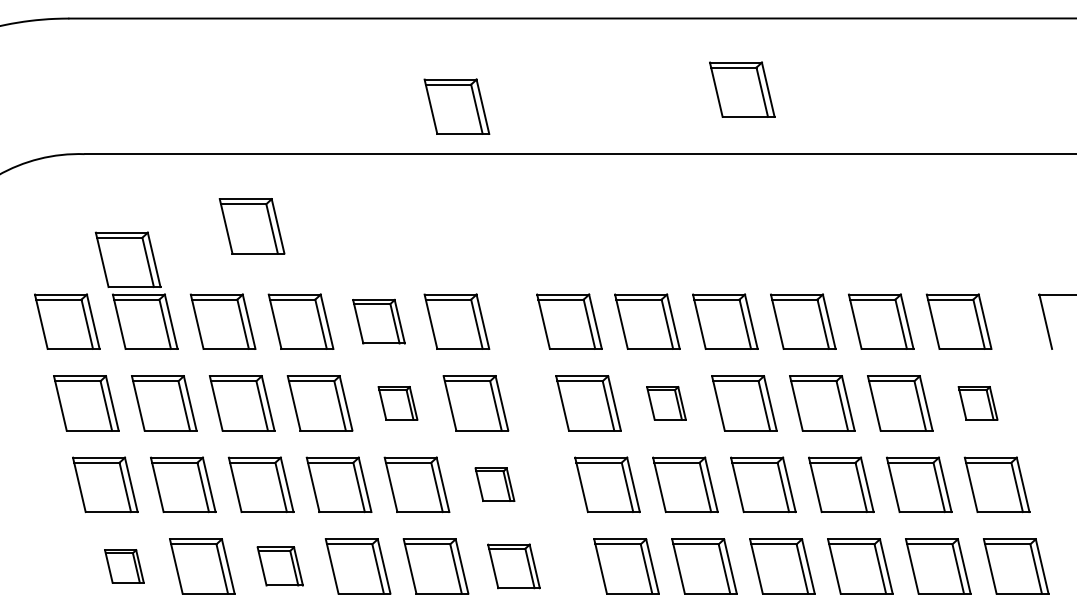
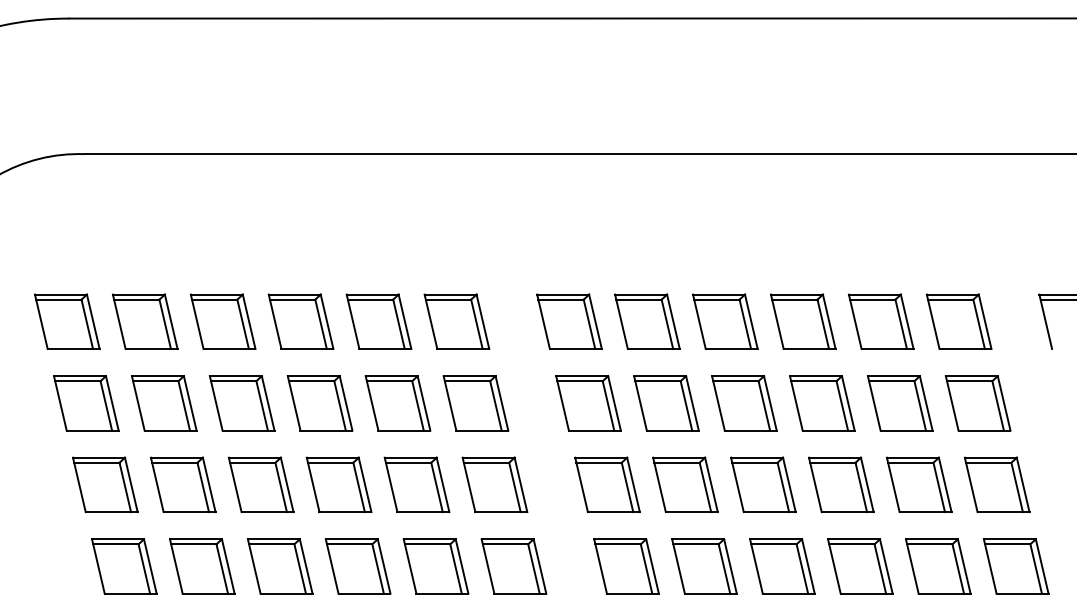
part at (742, 89): present -> none
part at (456, 106): present -> none
part at (251, 226): present -> none
part at (127, 259): present -> none
line at (1056, 299): none -> present
part at (378, 321) size: 54x47 px -> 68x57 px
part at (397, 403) size: 42x35 px -> 68x57 px
part at (666, 403) size: 41x35 px -> 67x57 px
part at (977, 403) size: 42x35 px -> 68x57 px
part at (494, 484) size: 42x35 px -> 68x57 px
part at (124, 566) size: 41x35 px -> 67x57 px
part at (279, 566) size: 48x41 px -> 67x57 px
part at (513, 566) size: 54x47 px -> 68x57 px
